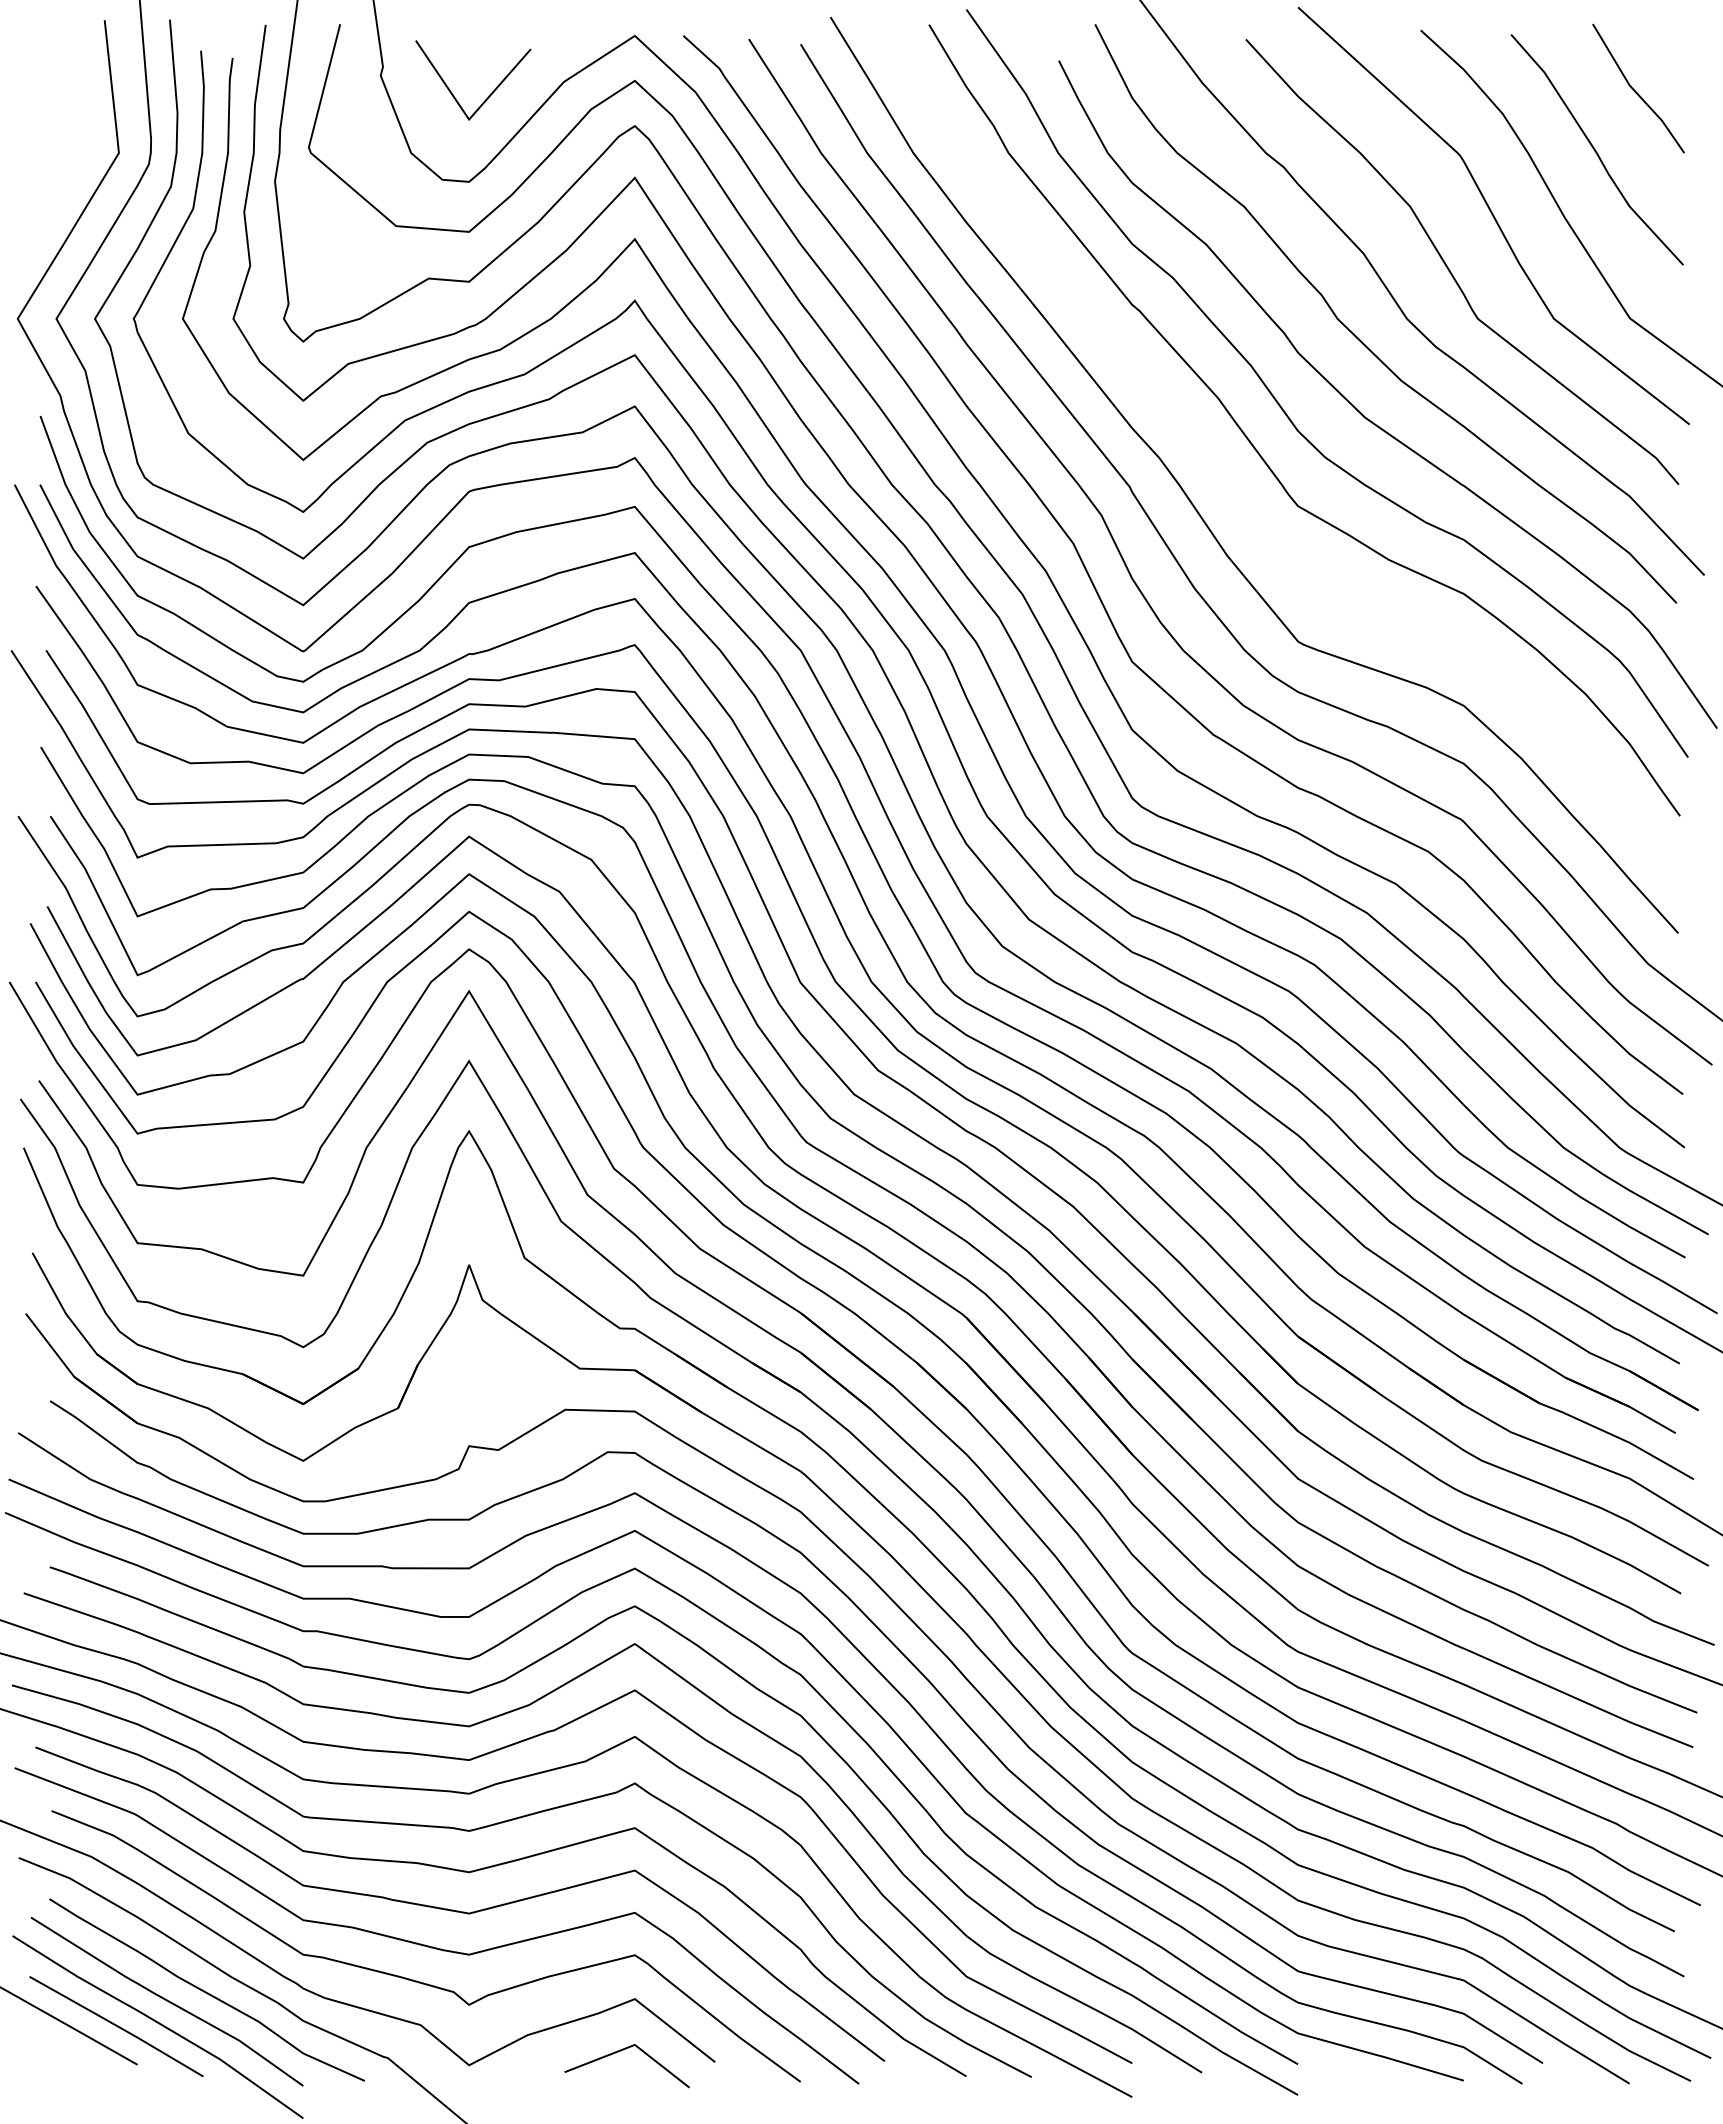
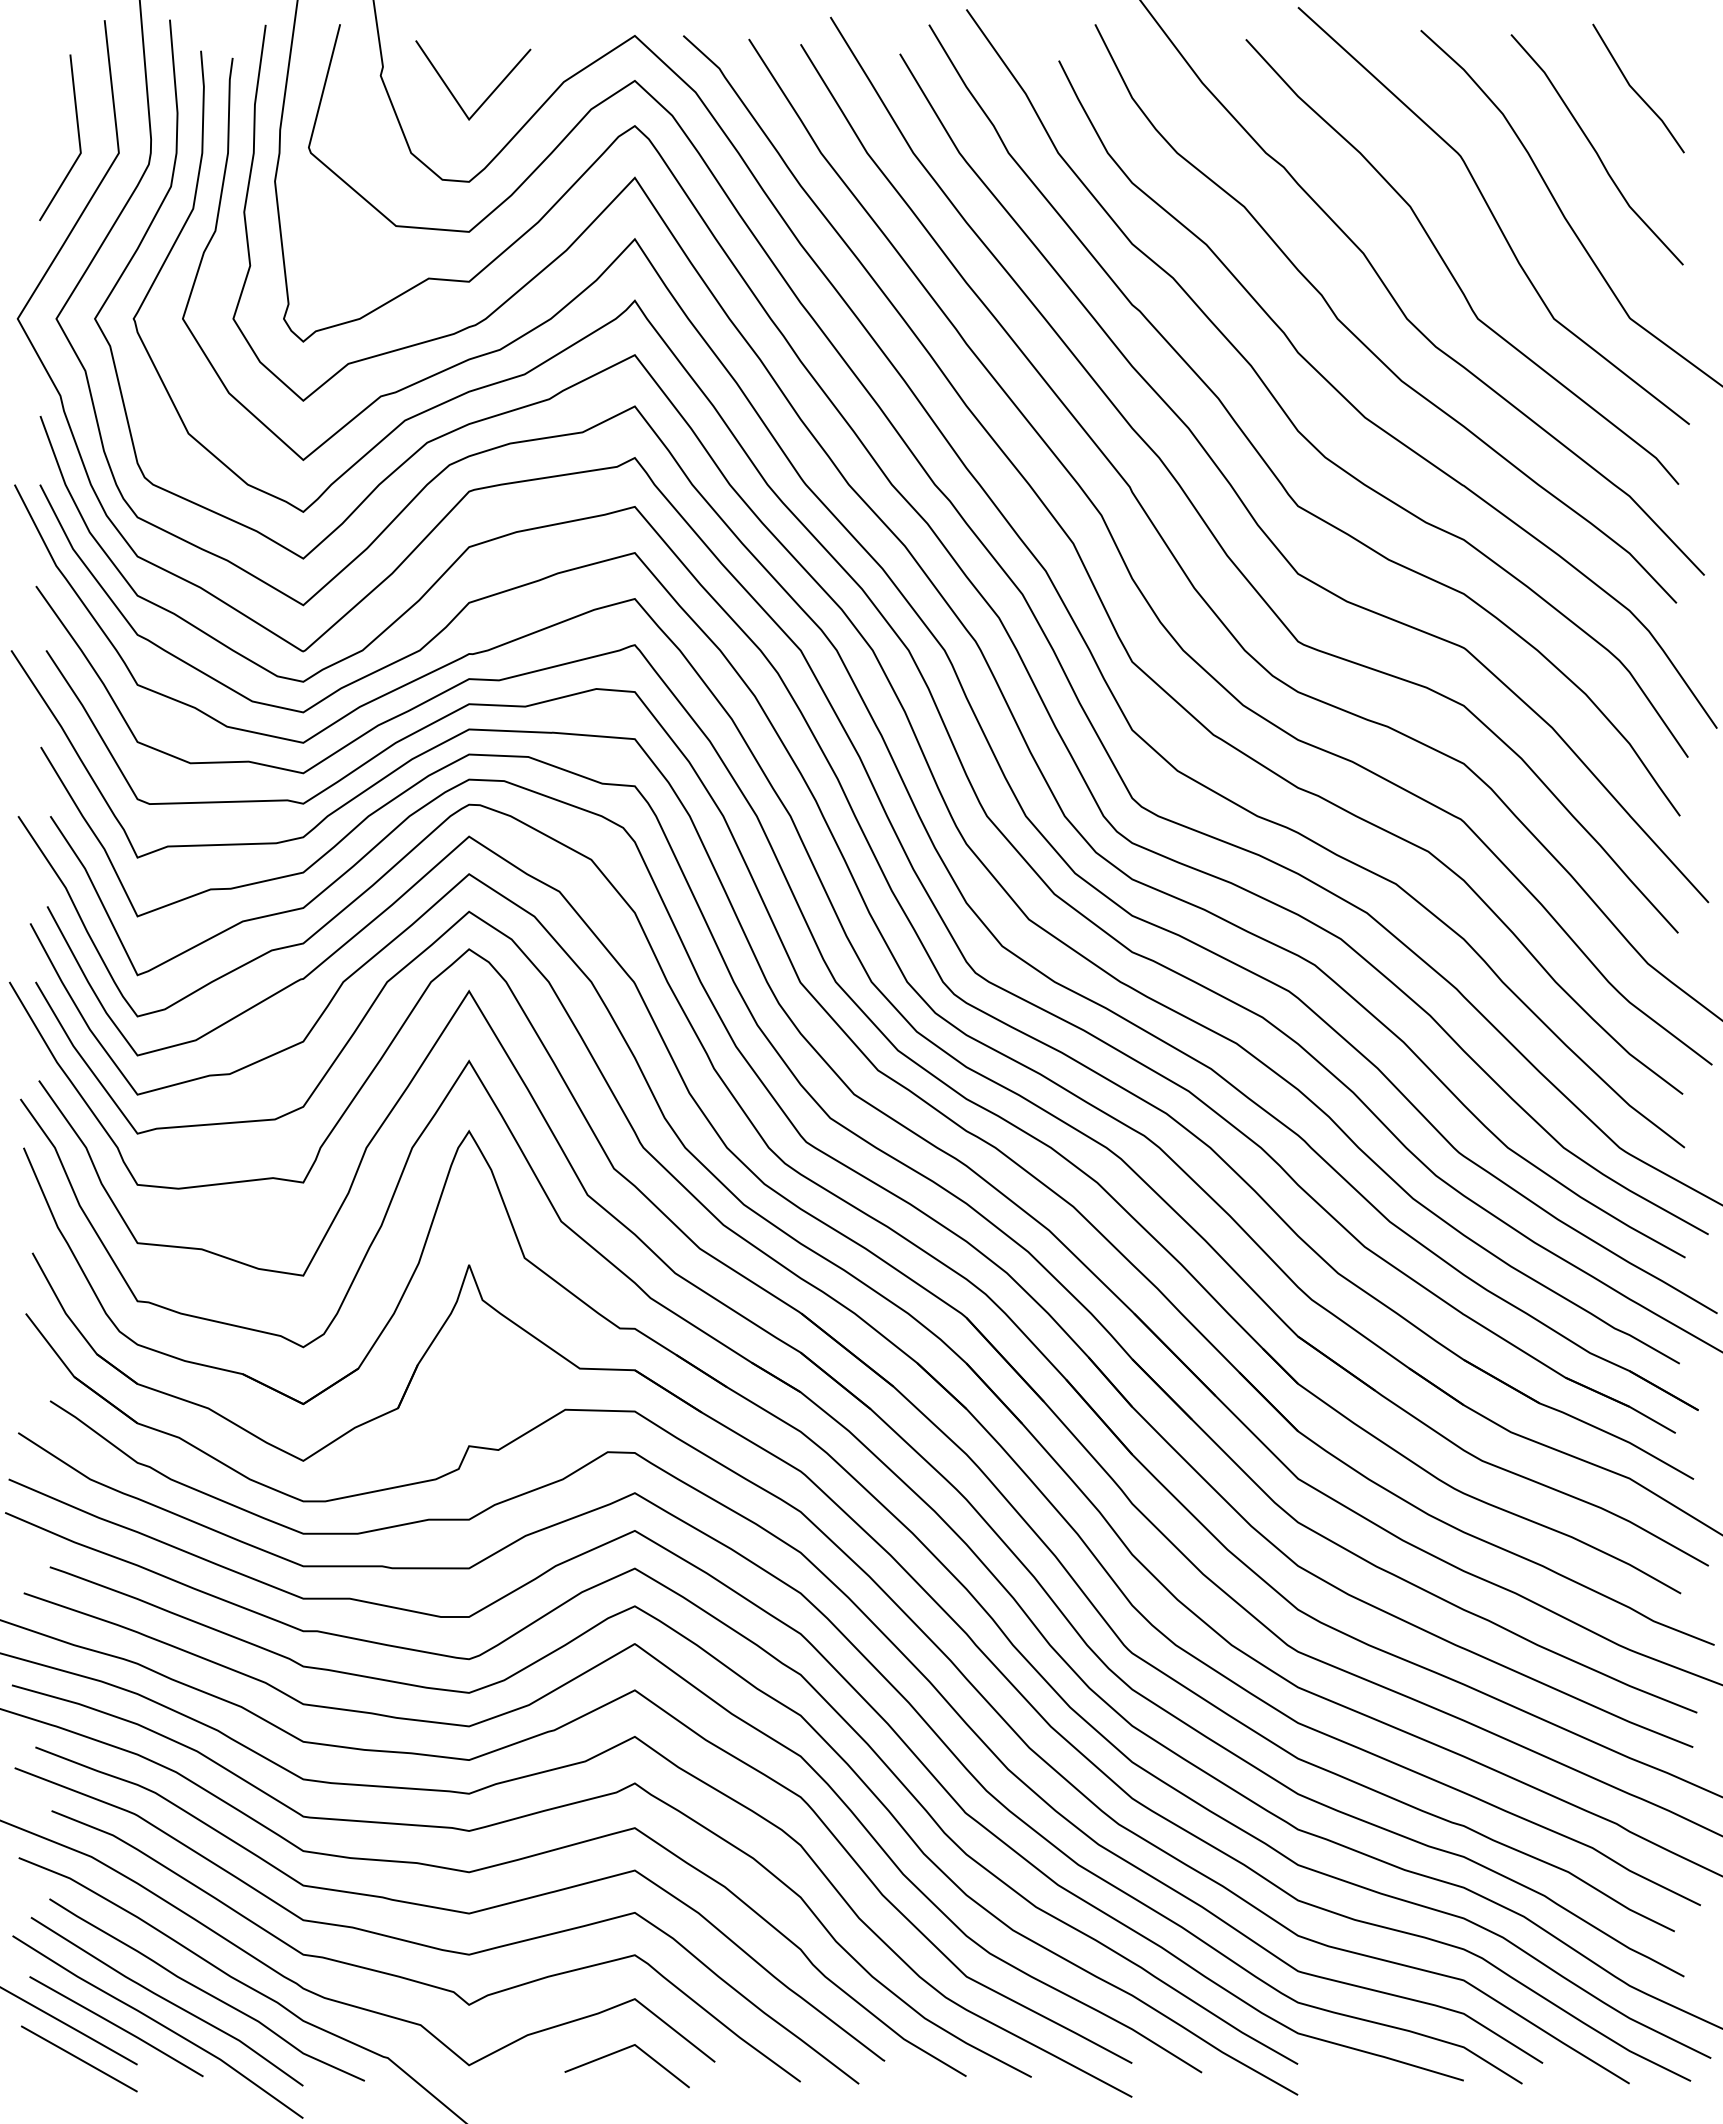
line at (77, 133): none -> present
curve at (1251, 513): none -> present
line at (79, 2058): none -> present
